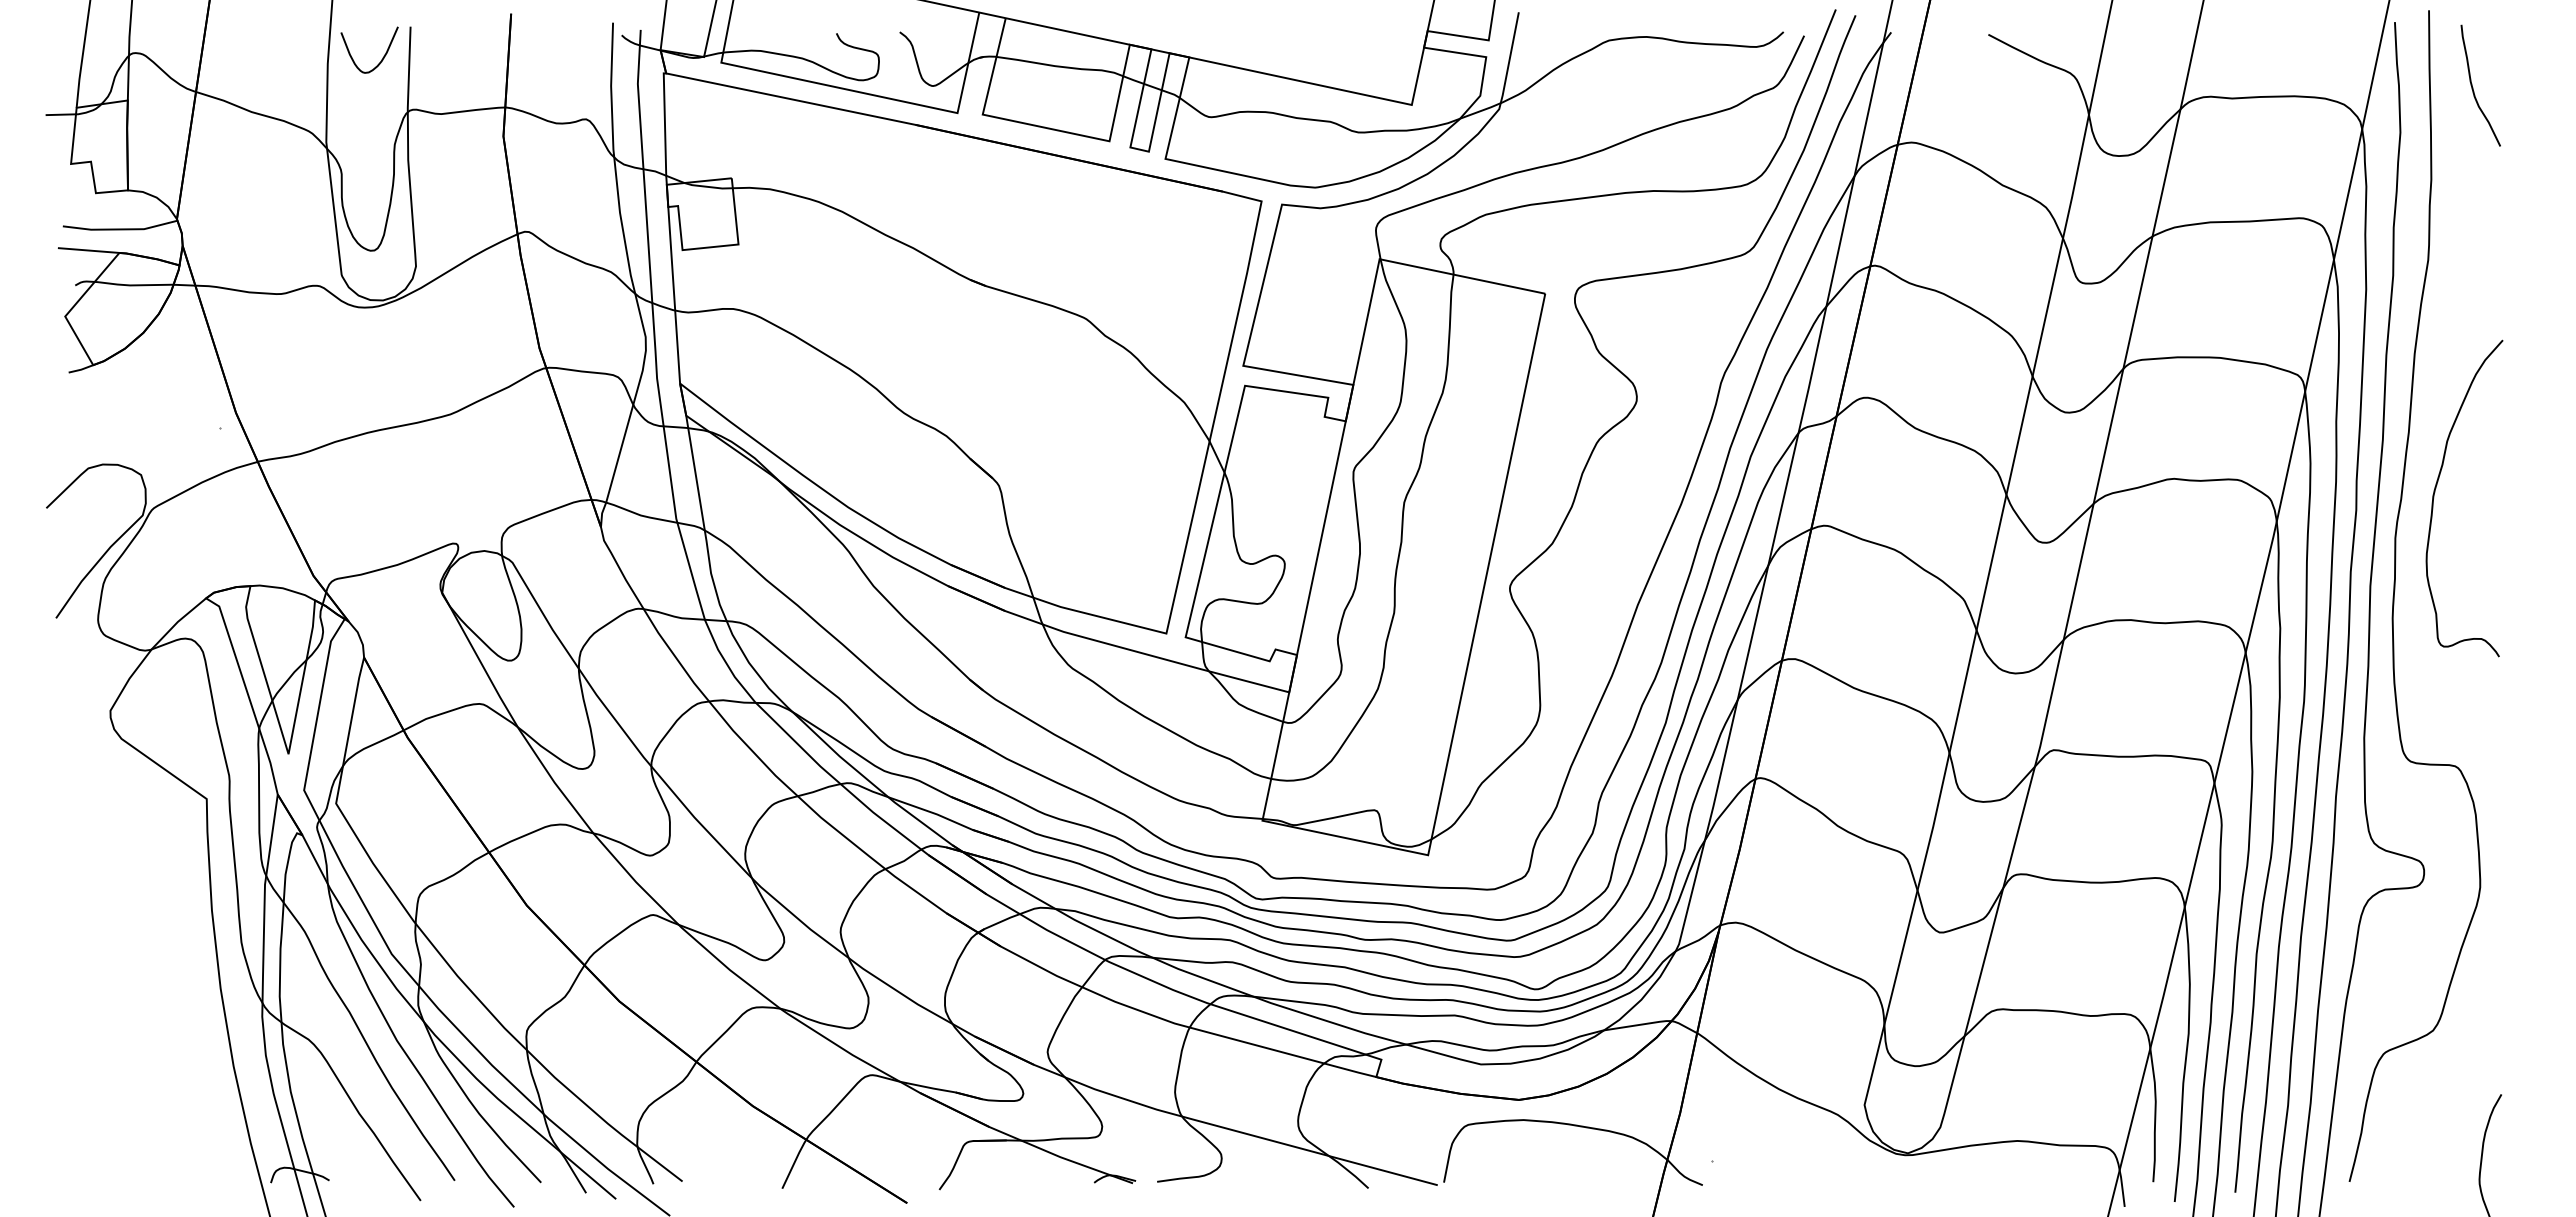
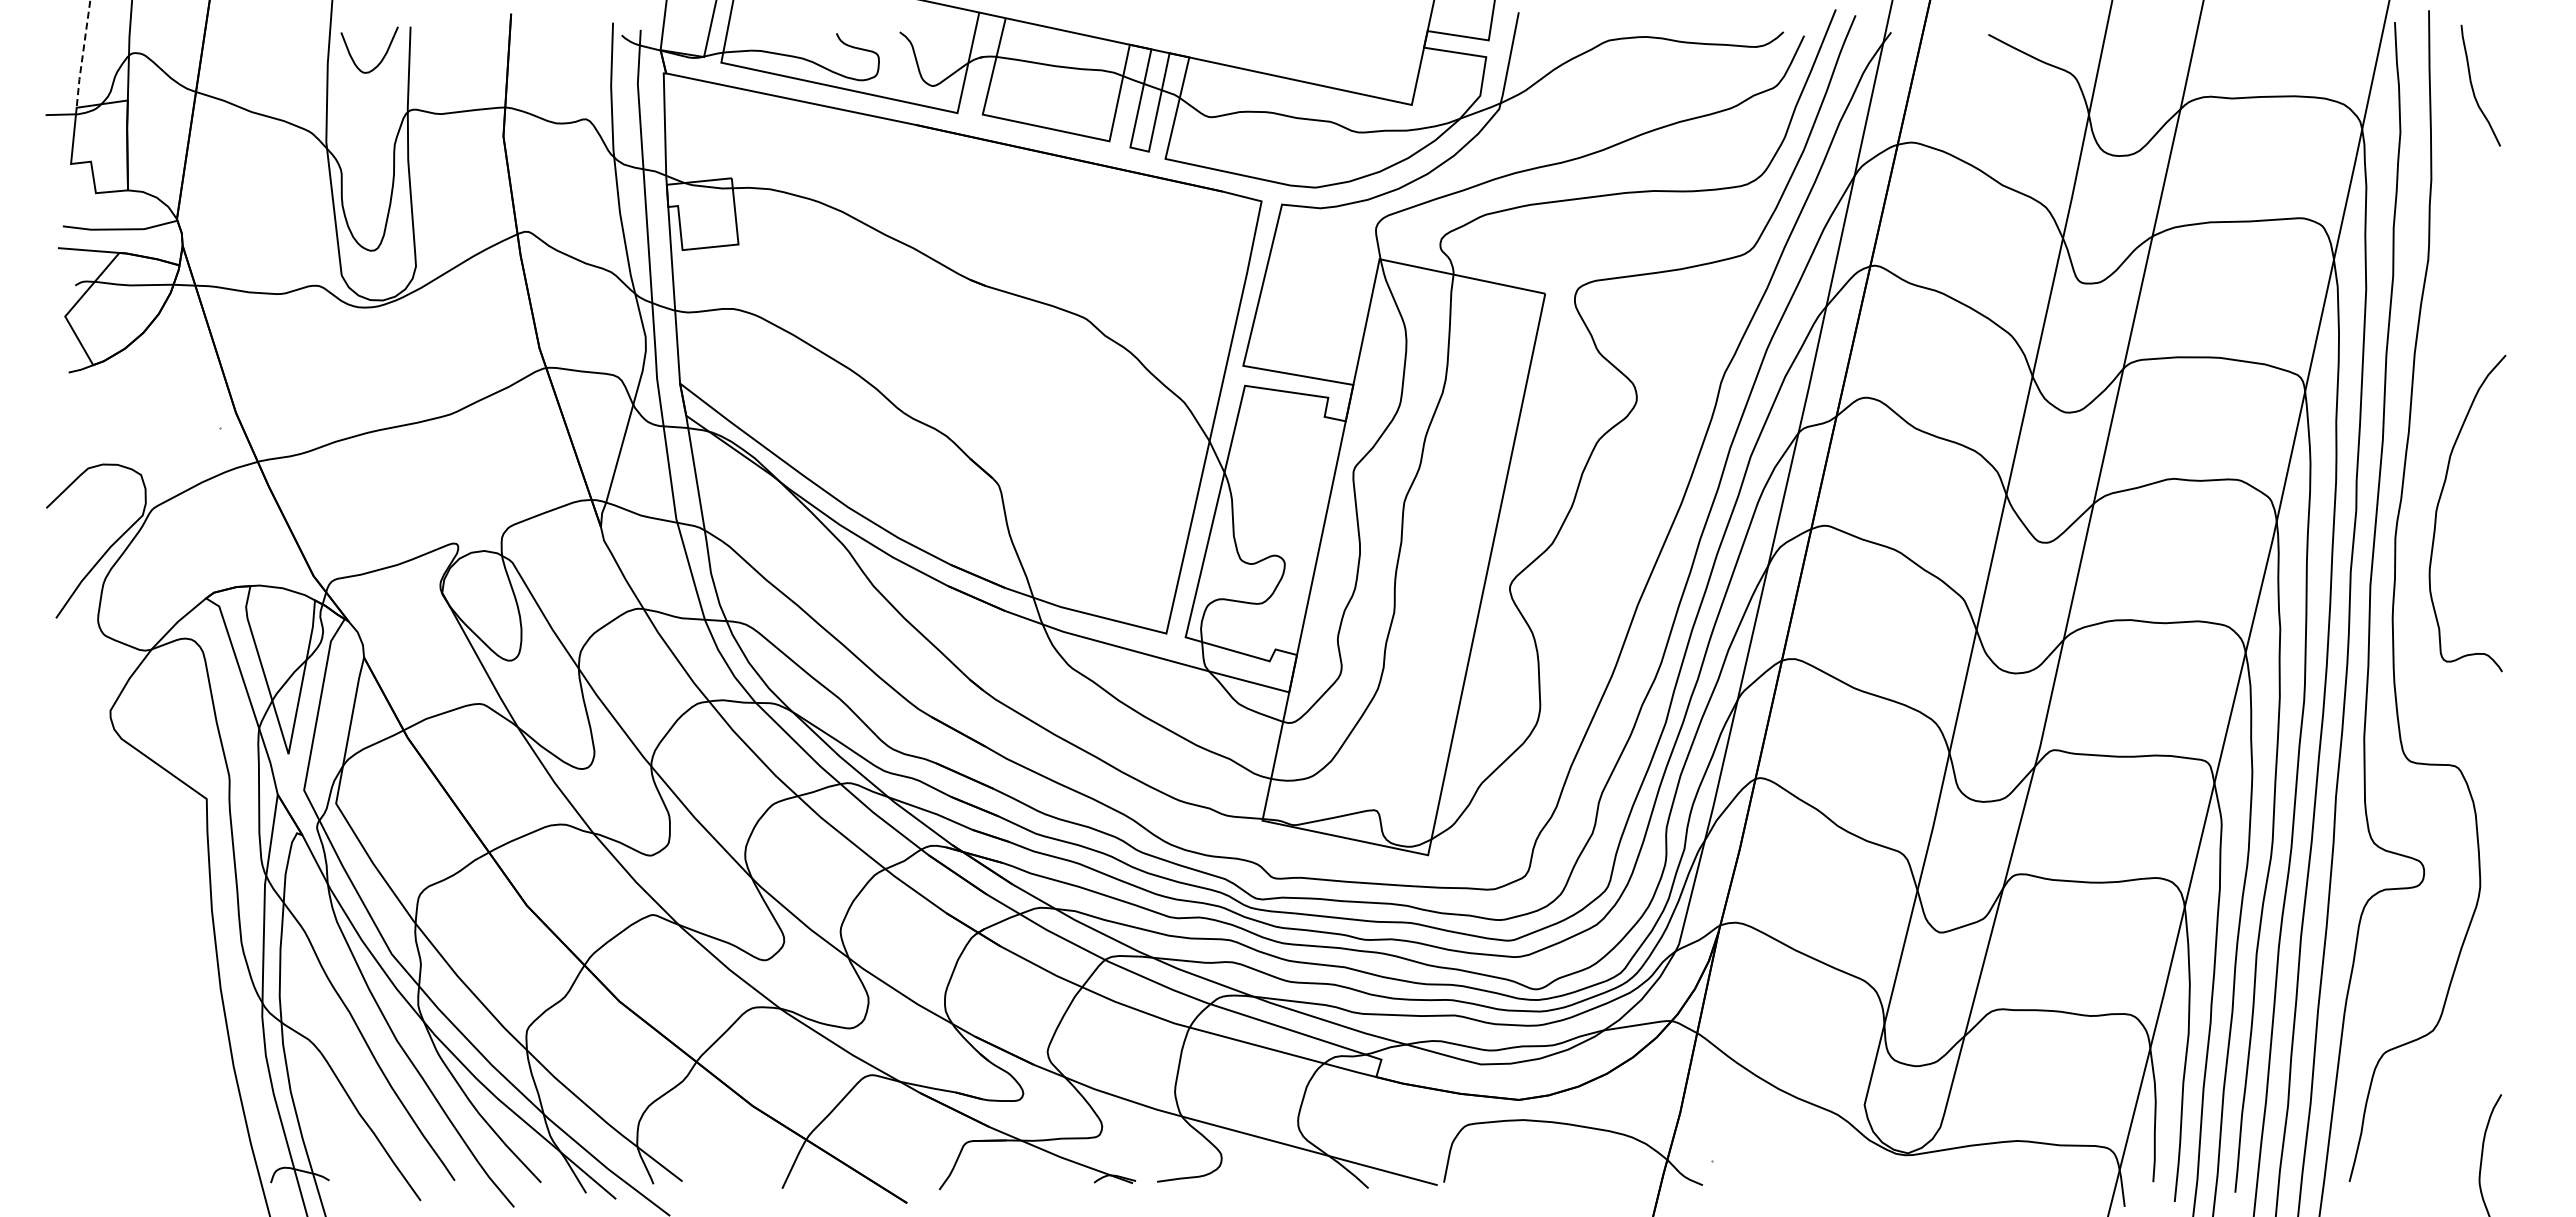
line at (82, 54): solid -> dashed
curve at (2435, 492) position: (2435, 492) -> (2438, 507)
